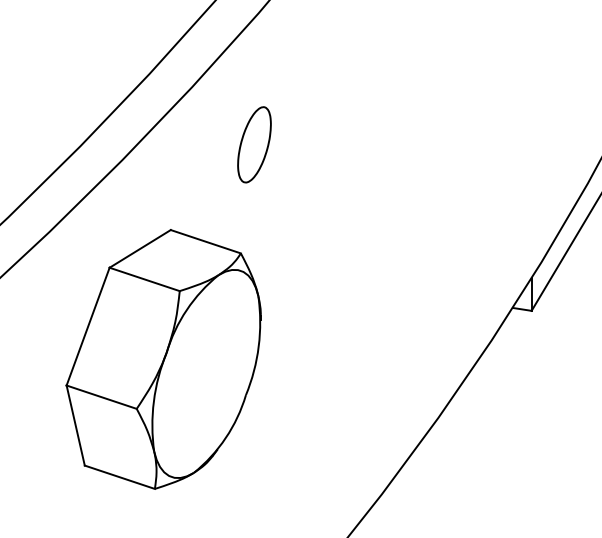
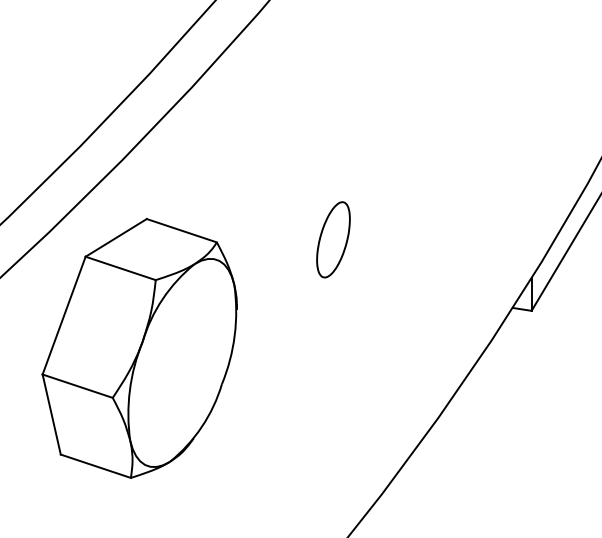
part at (254, 144) position: (254, 144) -> (333, 239)
part at (163, 359) position: (163, 359) -> (139, 348)
